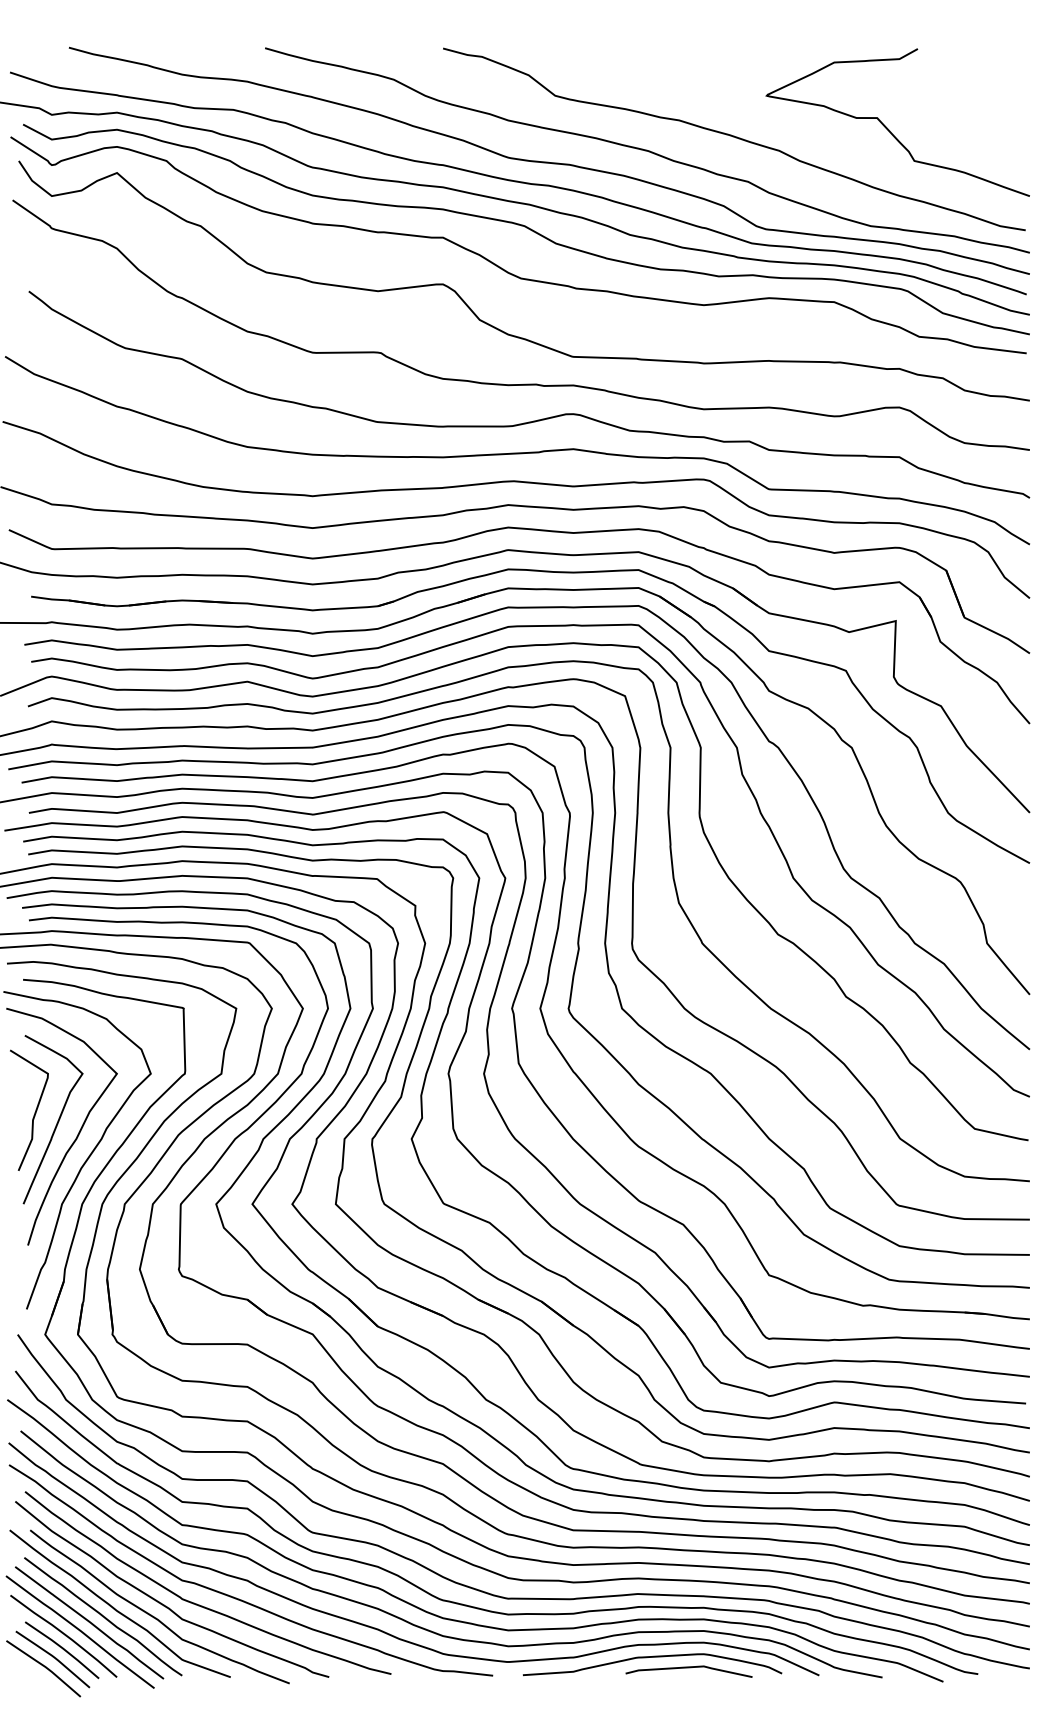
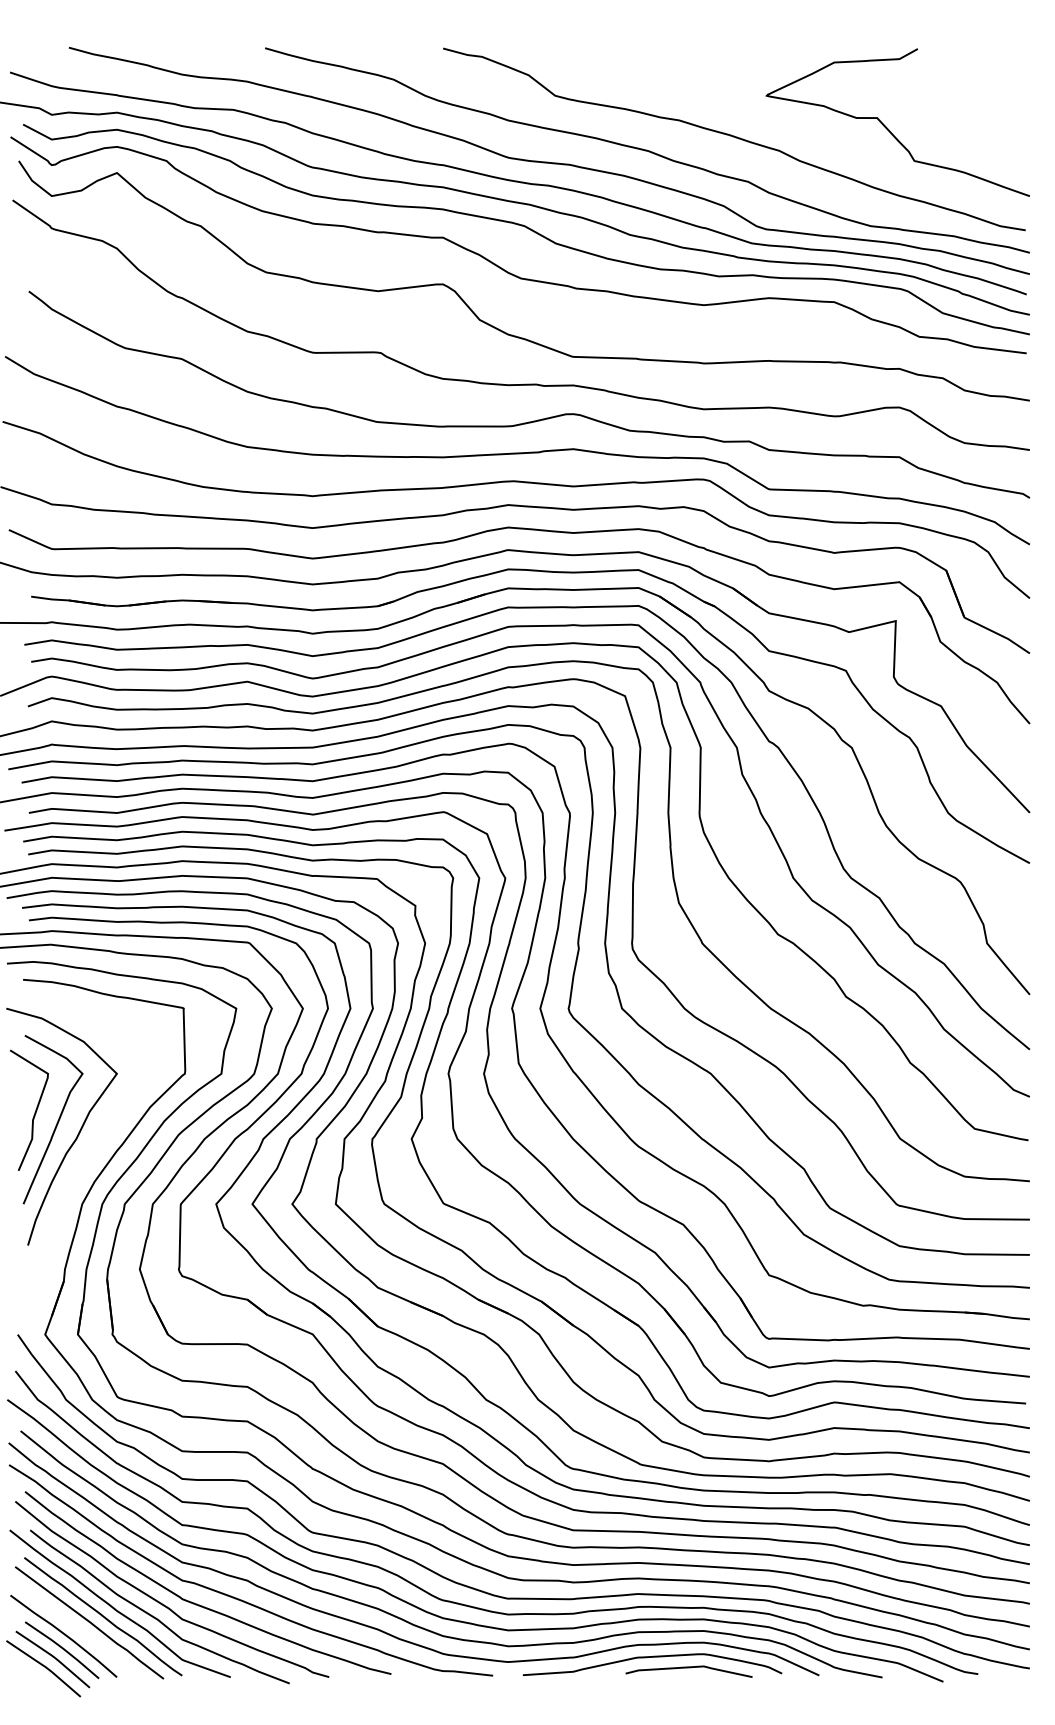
curve at (87, 1157): present -> none
curve at (79, 1631): present -> none
